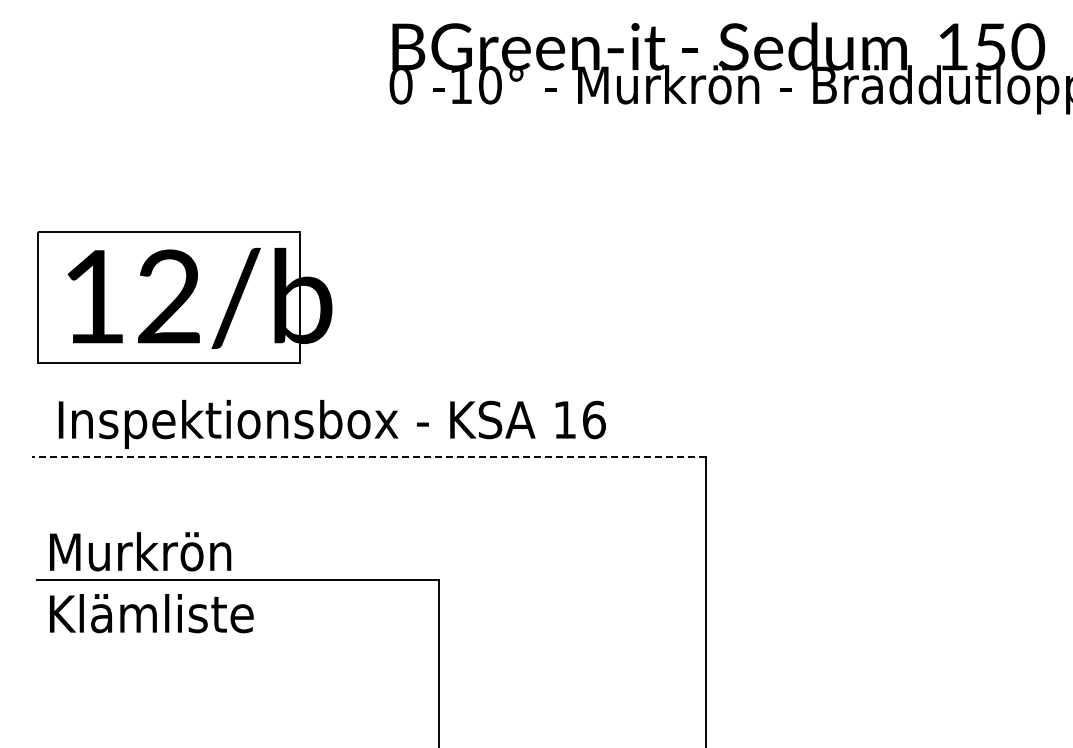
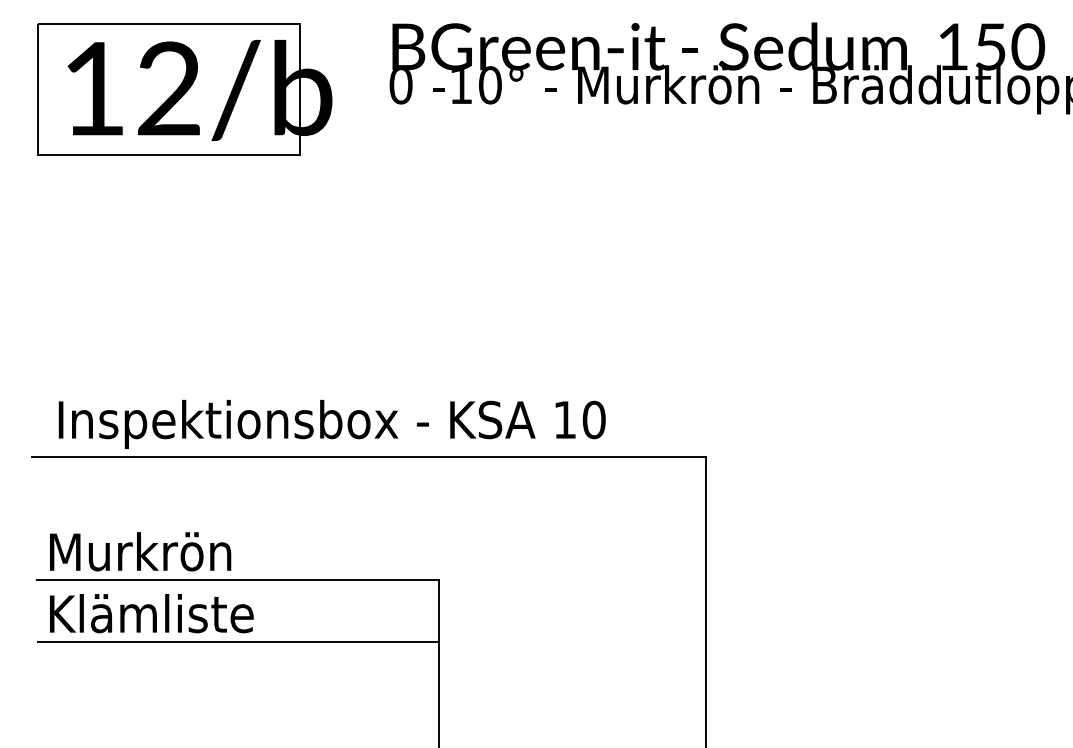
part at (184, 297) position: (184, 297) -> (184, 89)
text at (593, 419): 16 -> 10
line at (368, 457): dashed -> solid
line at (238, 642): none -> present
